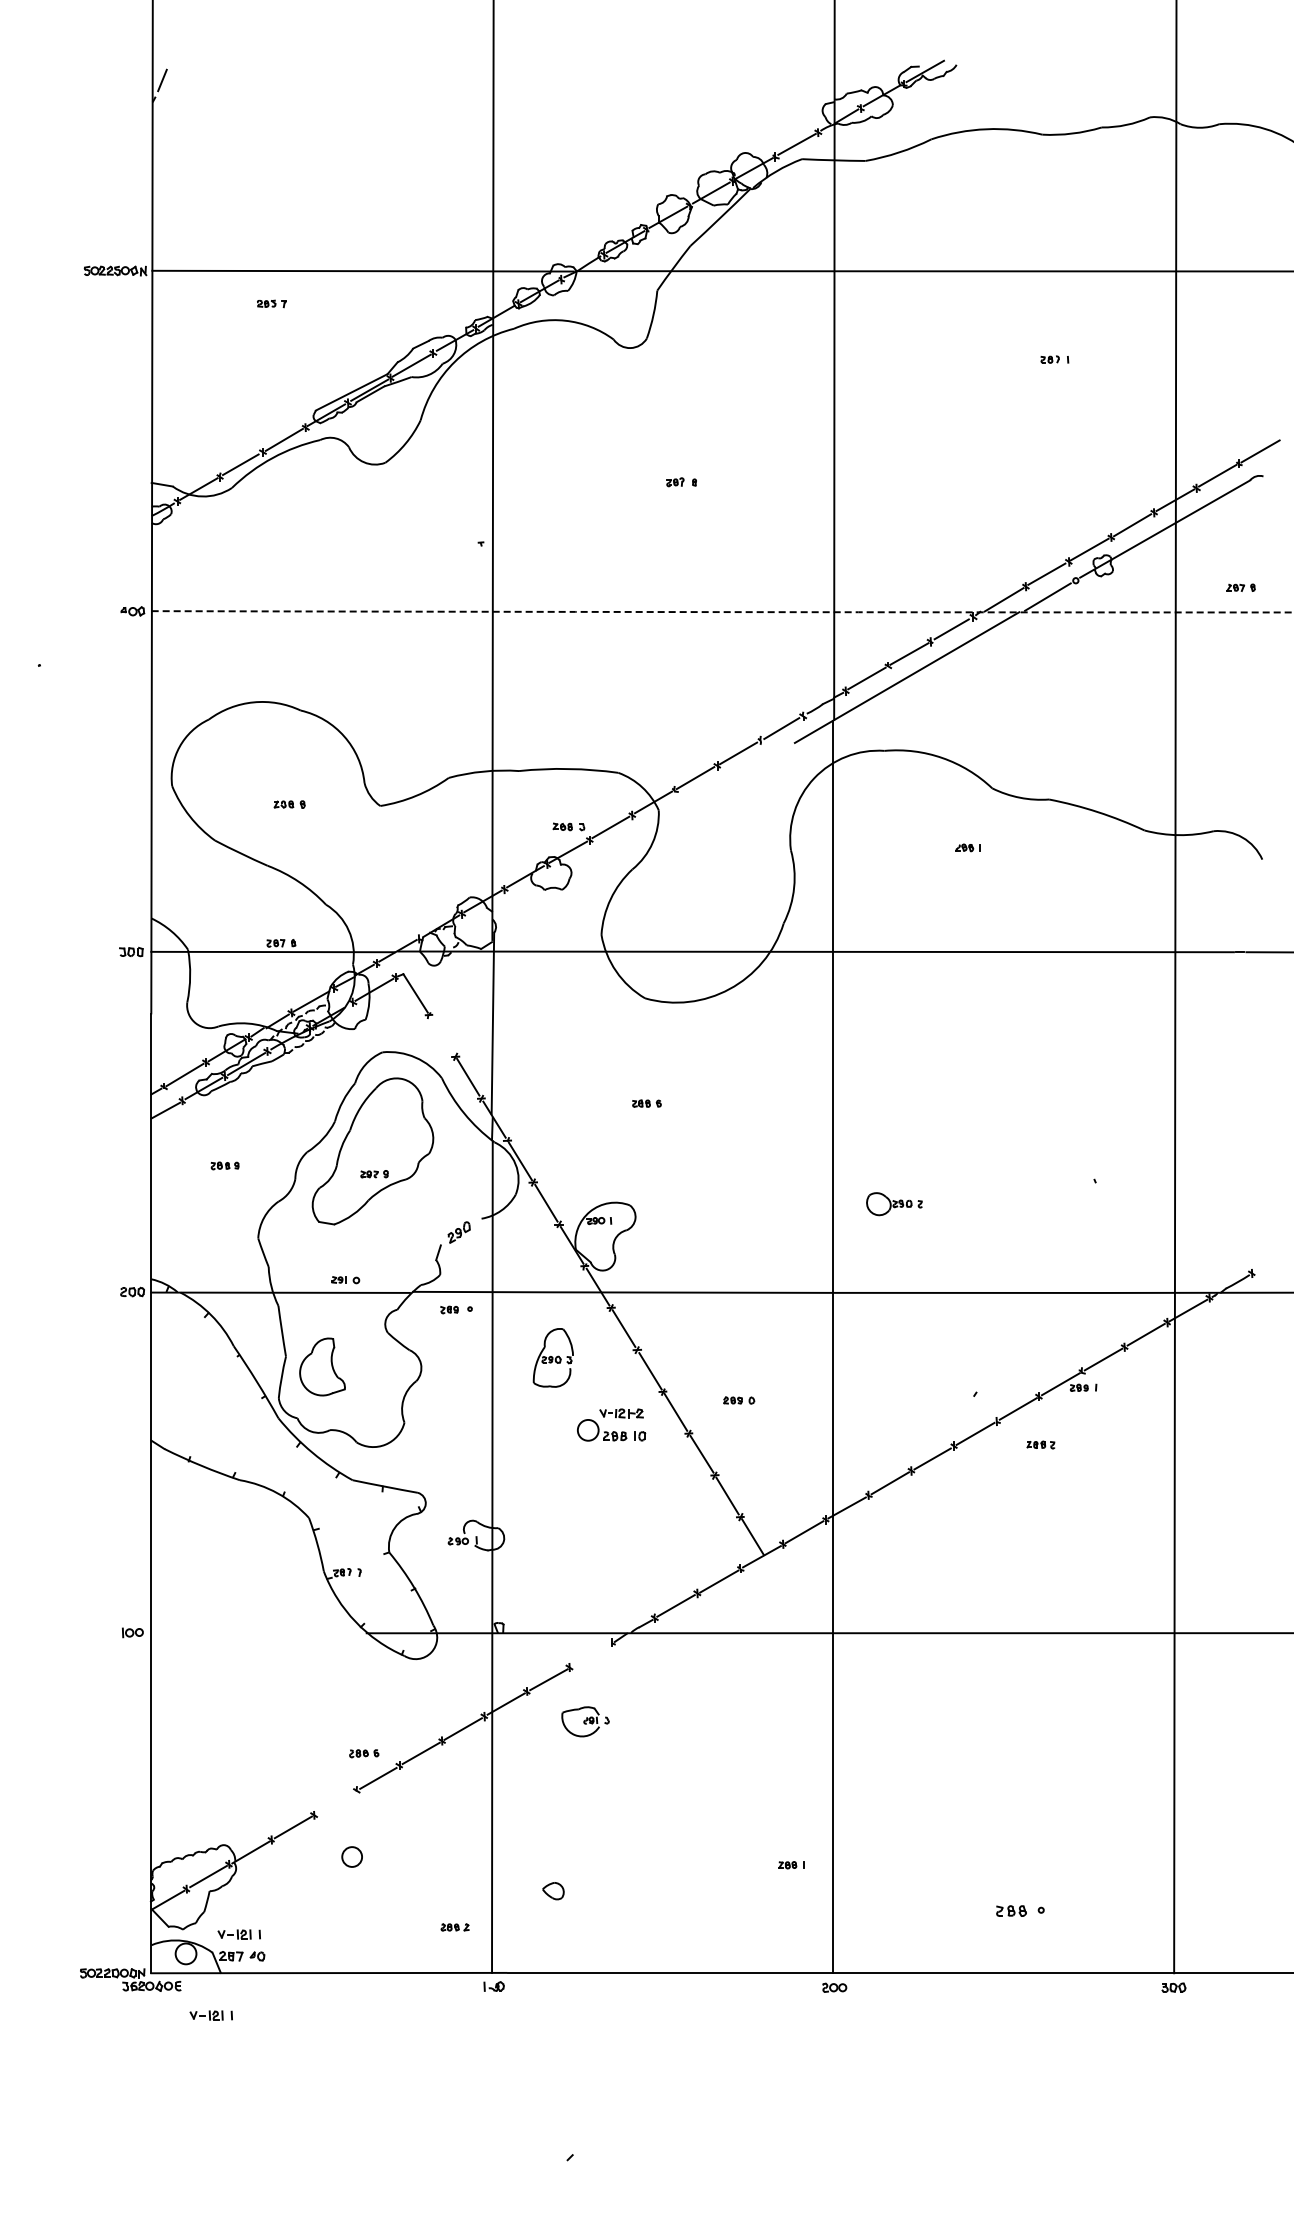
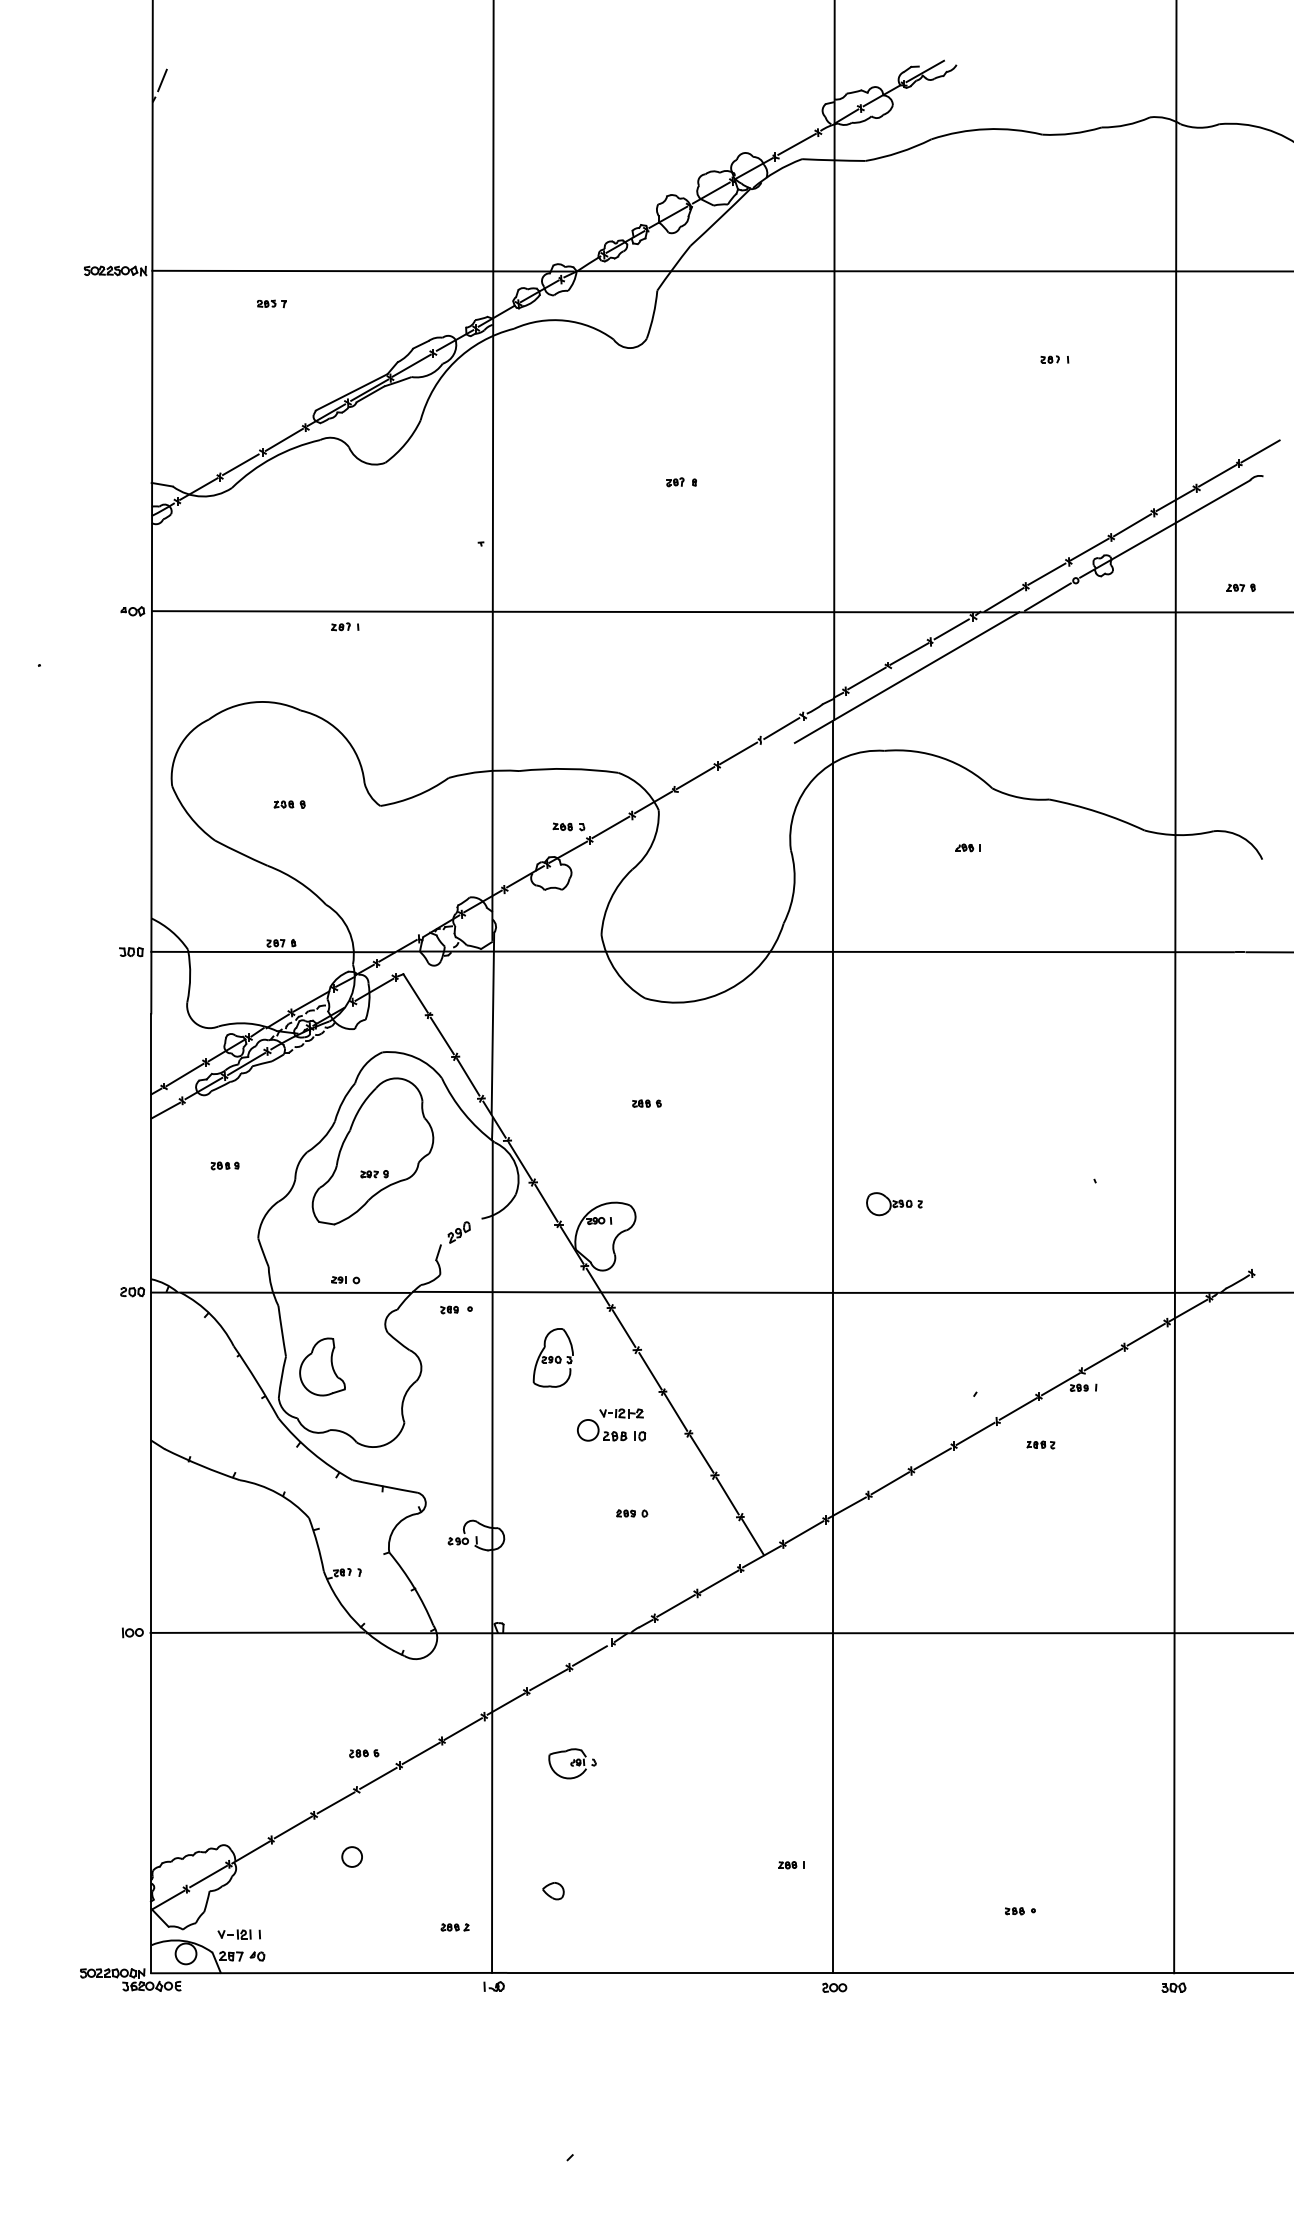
arc at (723, 612): dashed -> solid
part at (345, 626): none -> present
line at (441, 1035): none -> present
part at (739, 1400) position: (739, 1400) -> (632, 1513)
line at (257, 1632): none -> present
line at (589, 1655): none -> present
part at (585, 1721) position: (585, 1721) -> (572, 1763)
line at (335, 1802): none -> present
part at (1020, 1910) size: 49x12 px -> 31x9 px
part at (210, 2015): present -> none
